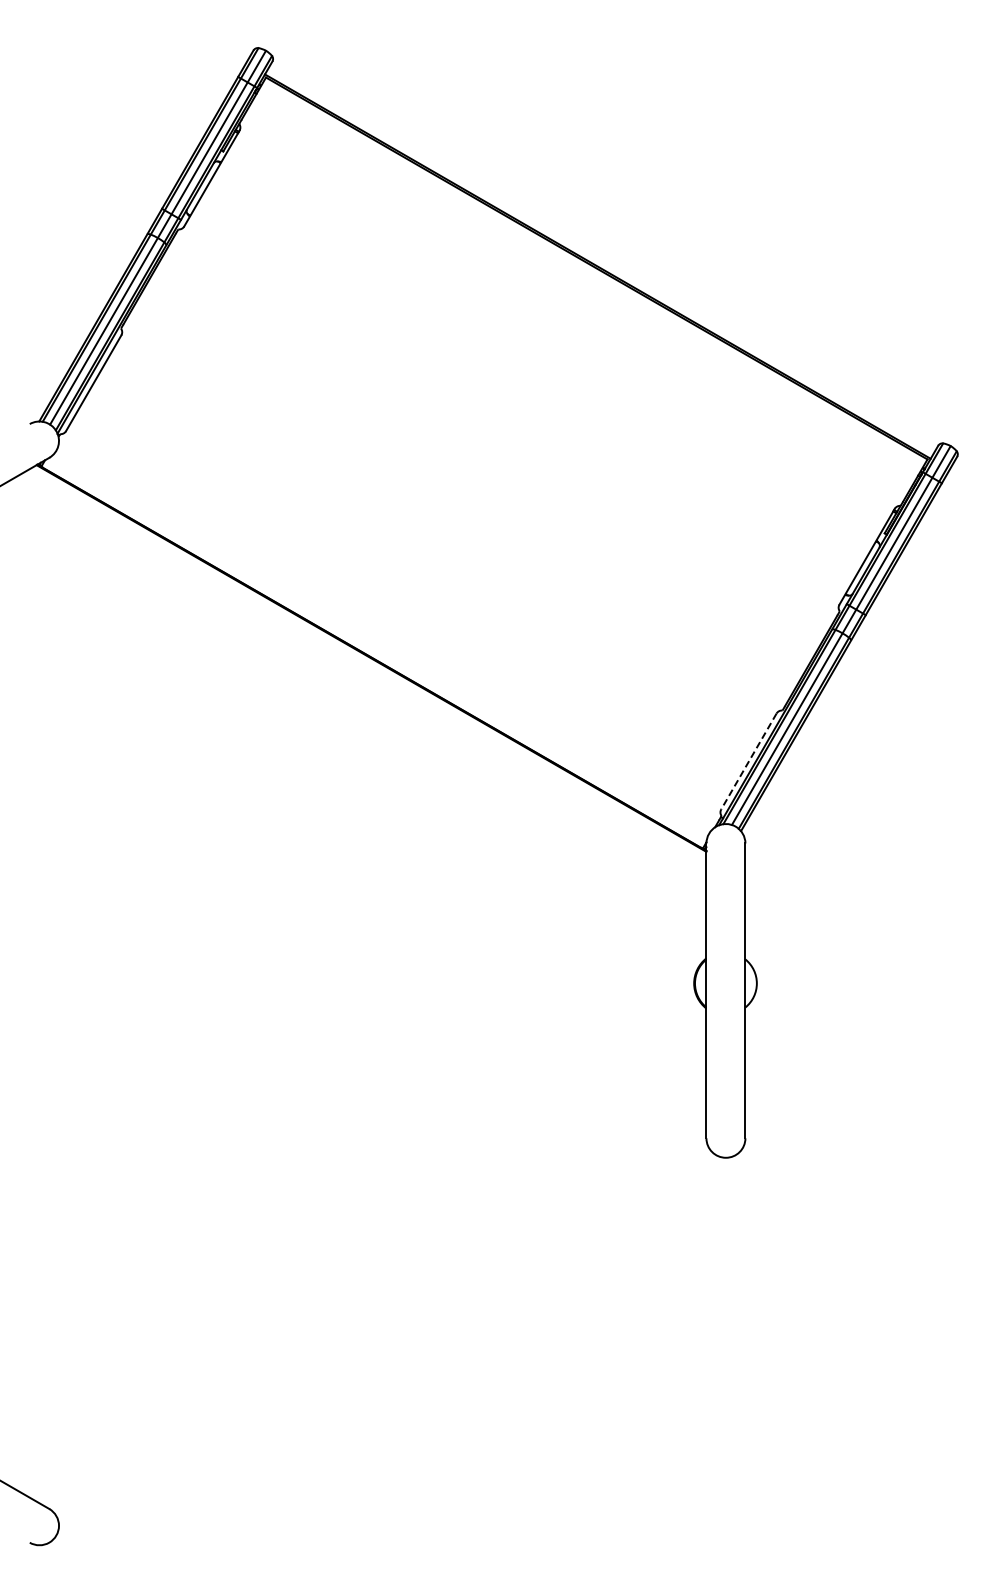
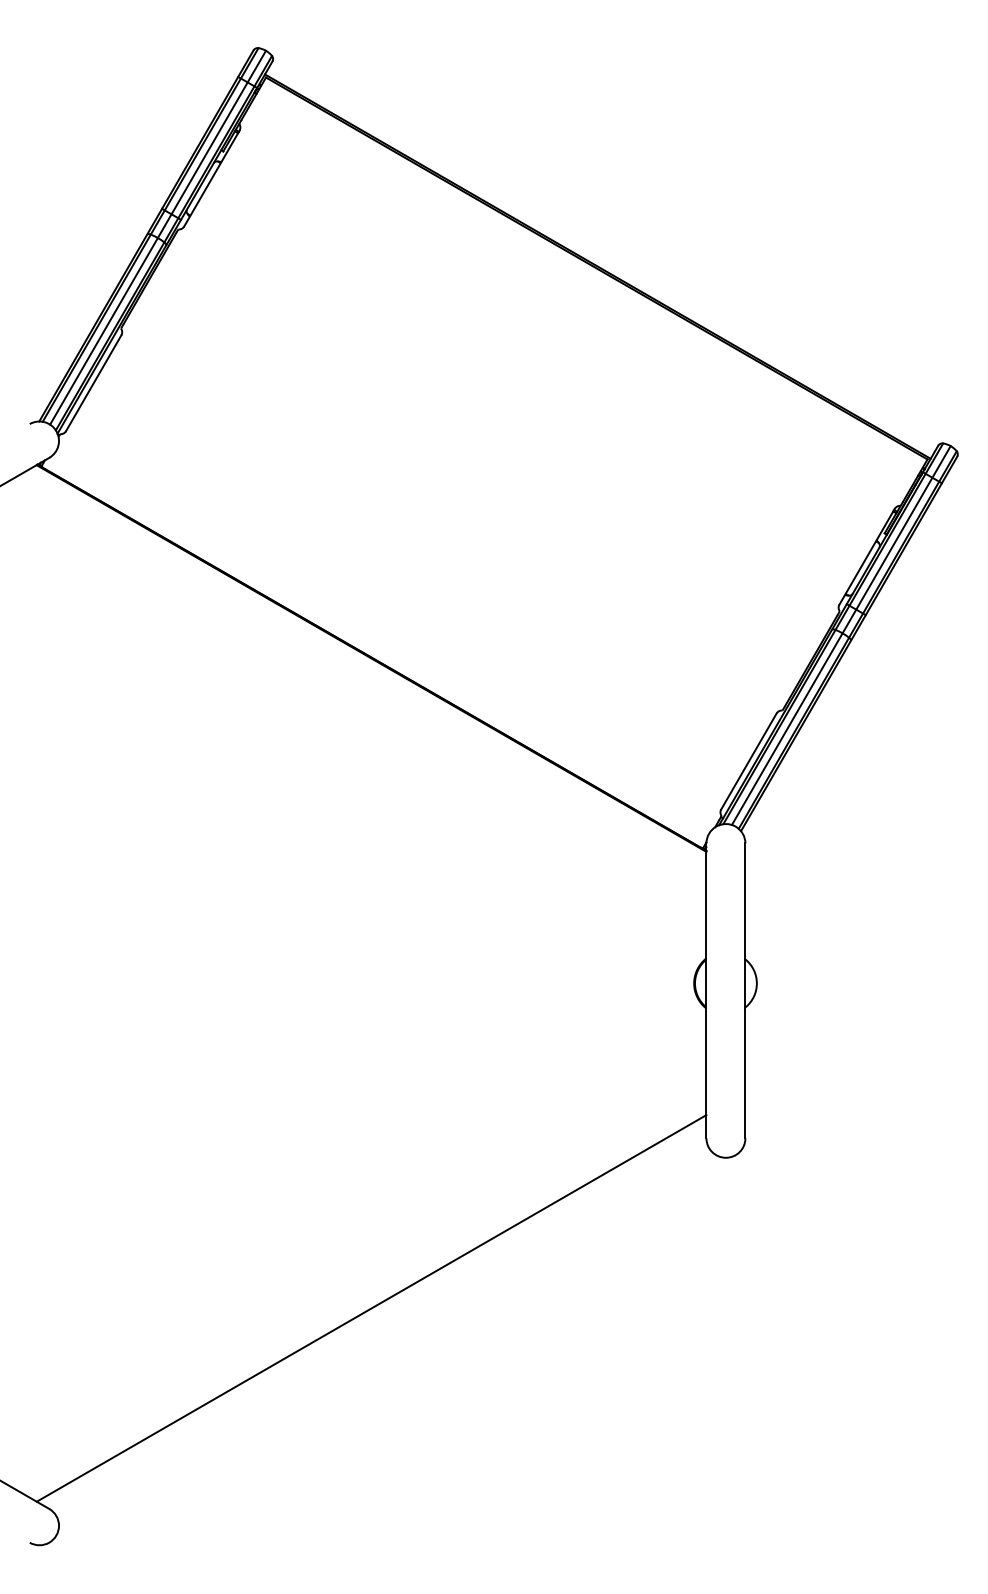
line at (748, 761): dashed -> solid
line at (371, 1308): none -> present
